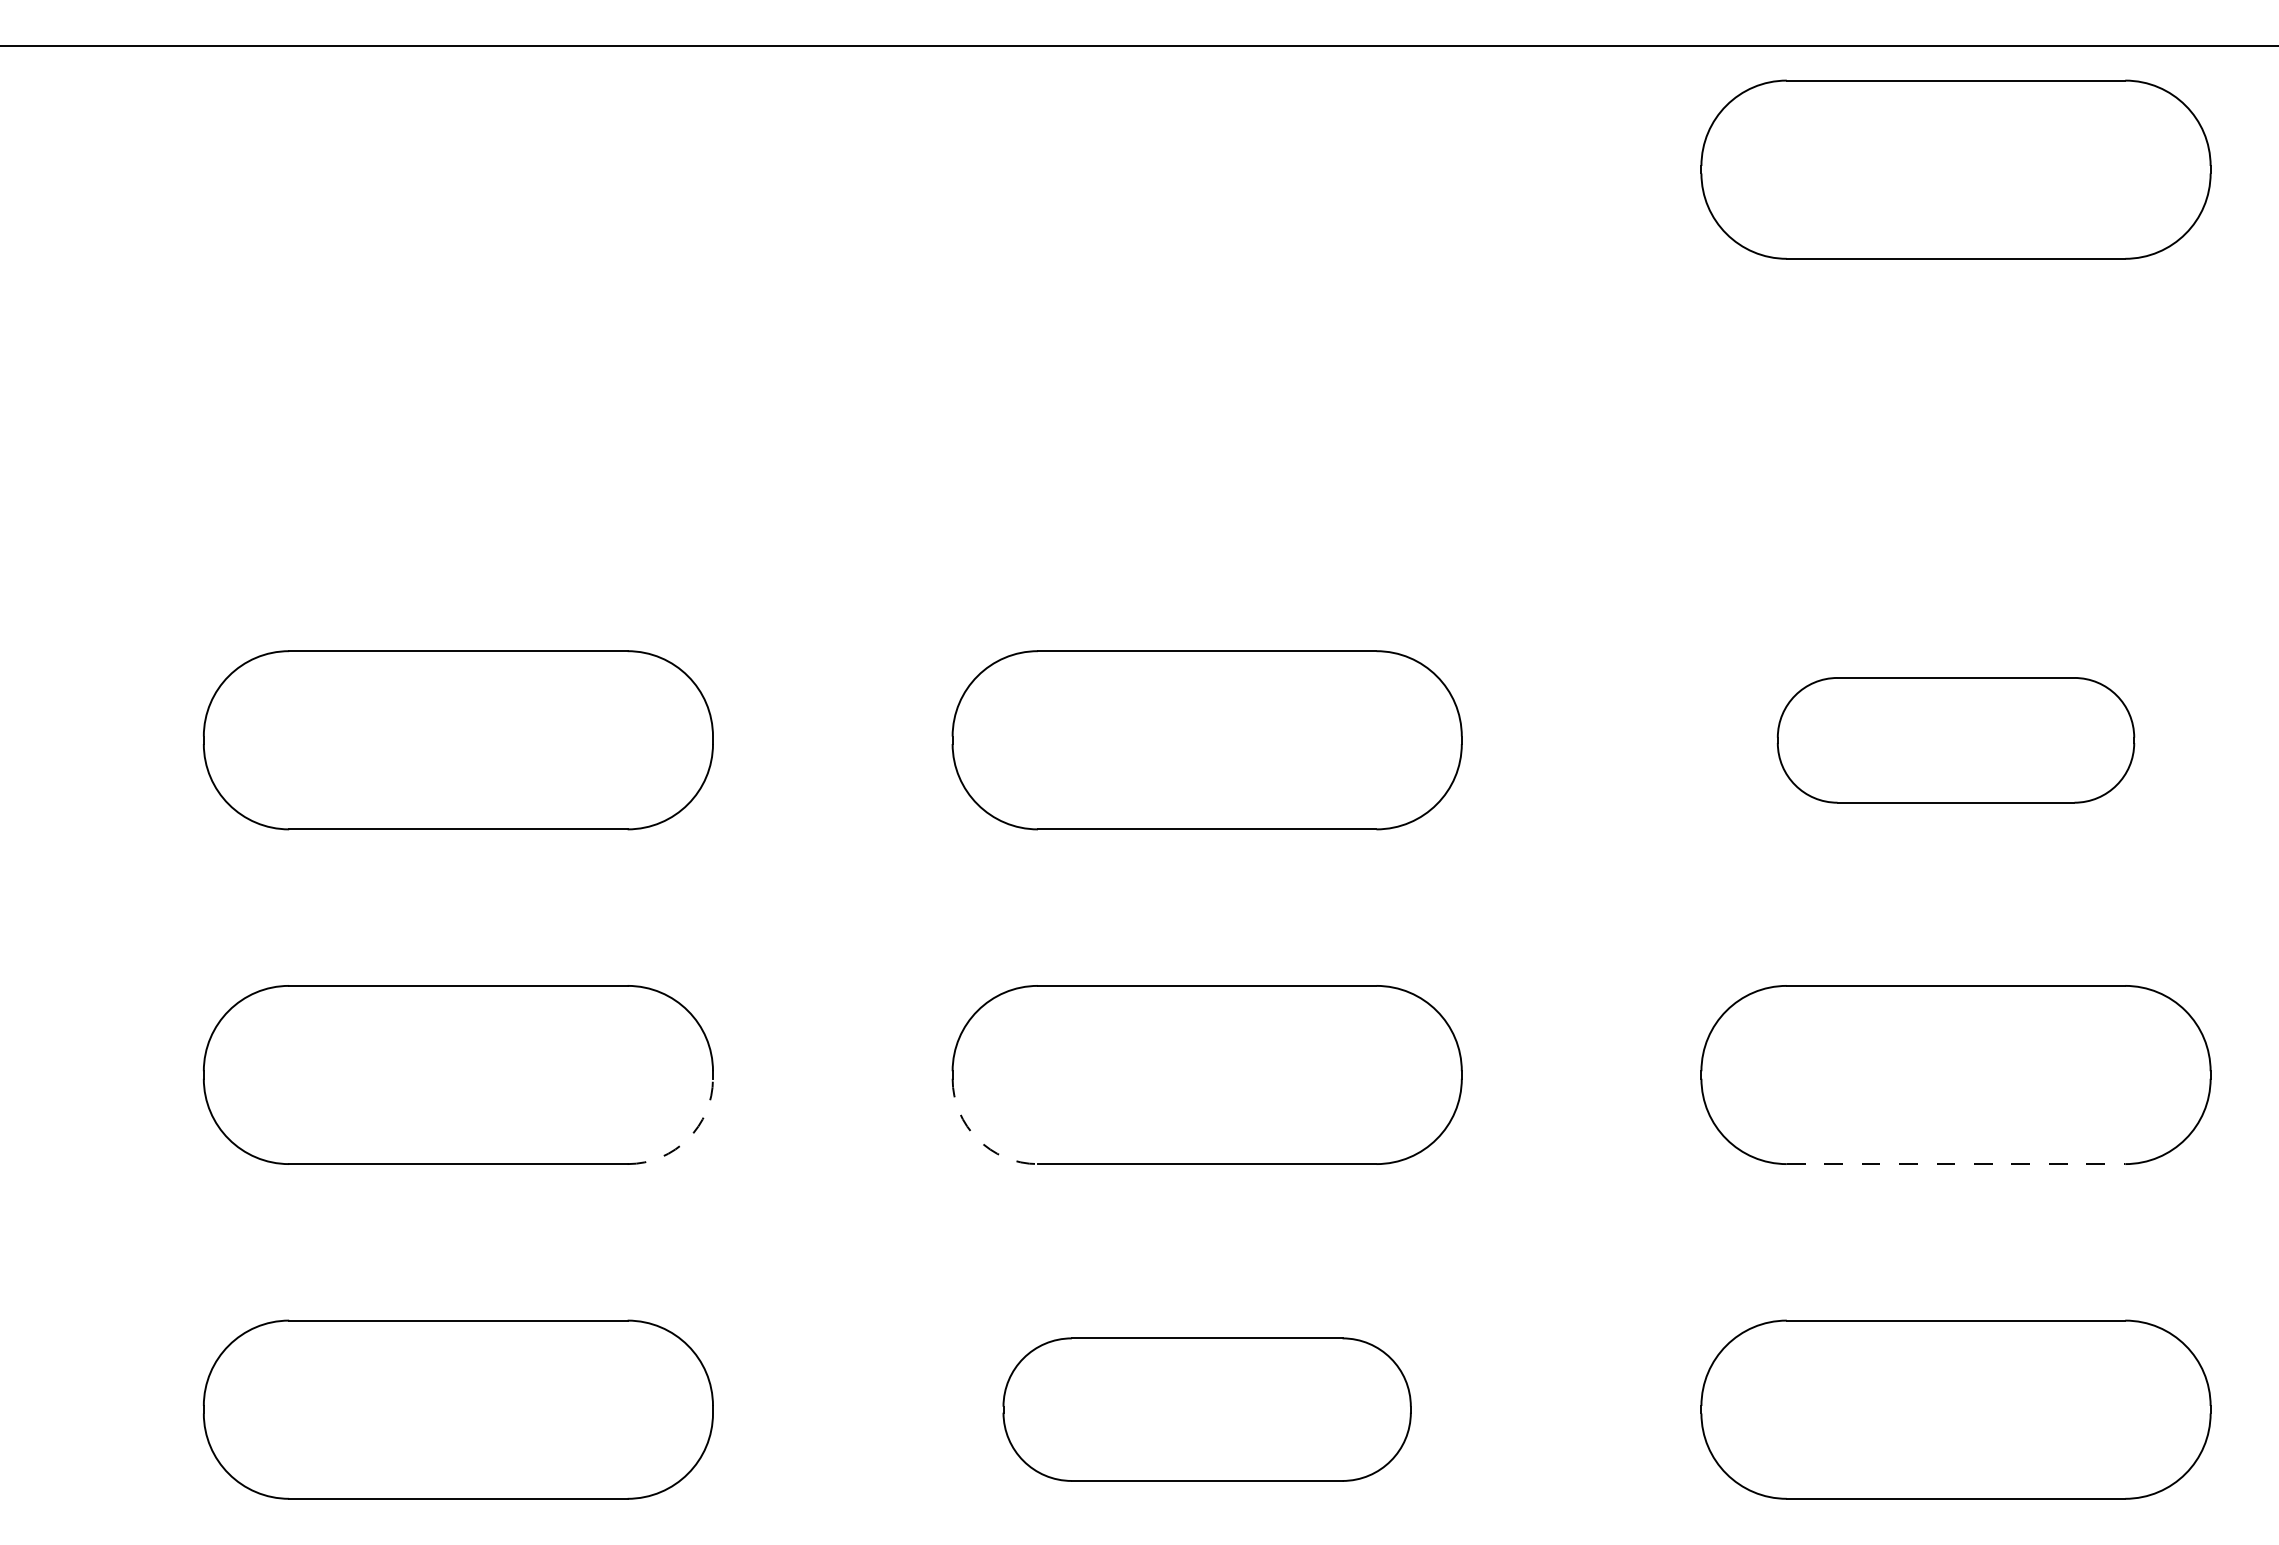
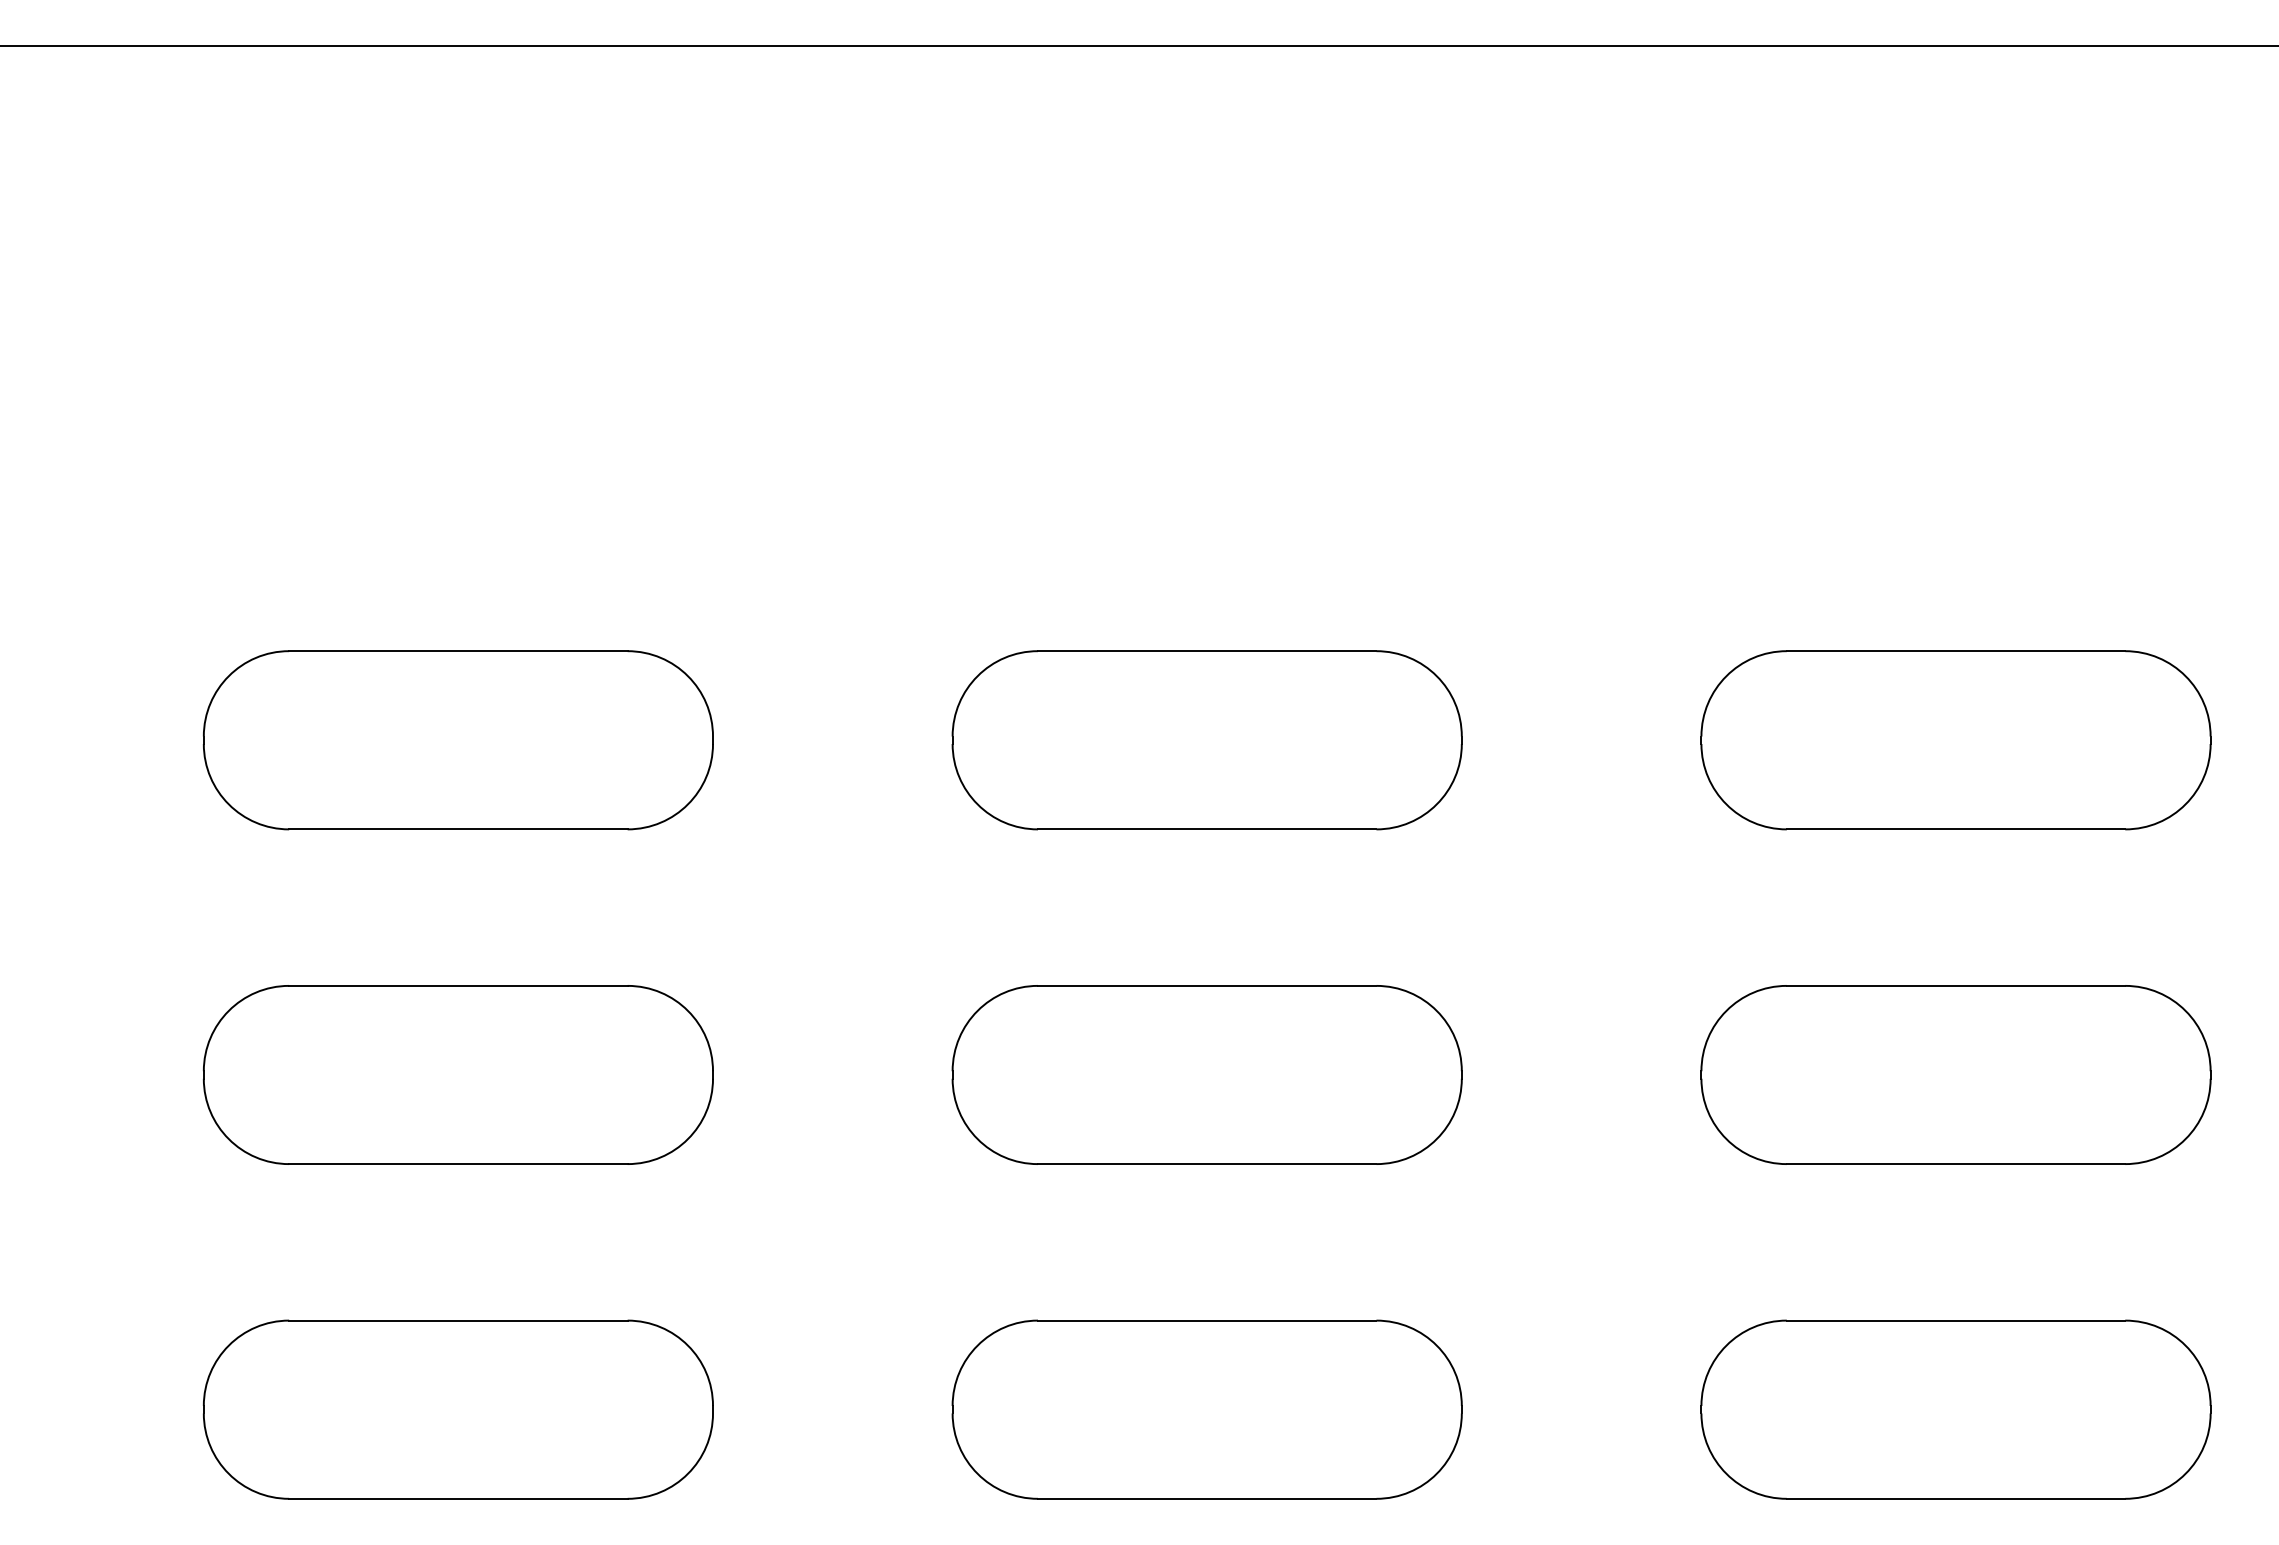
part at (1955, 169): present -> none
part at (1955, 740) size: 360x127 px -> 512x181 px
arc at (688, 1139): dashed -> solid
arc at (977, 1139): dashed -> solid
line at (1956, 1164): dashed -> solid
part at (1206, 1409) size: 410x145 px -> 512x181 px
